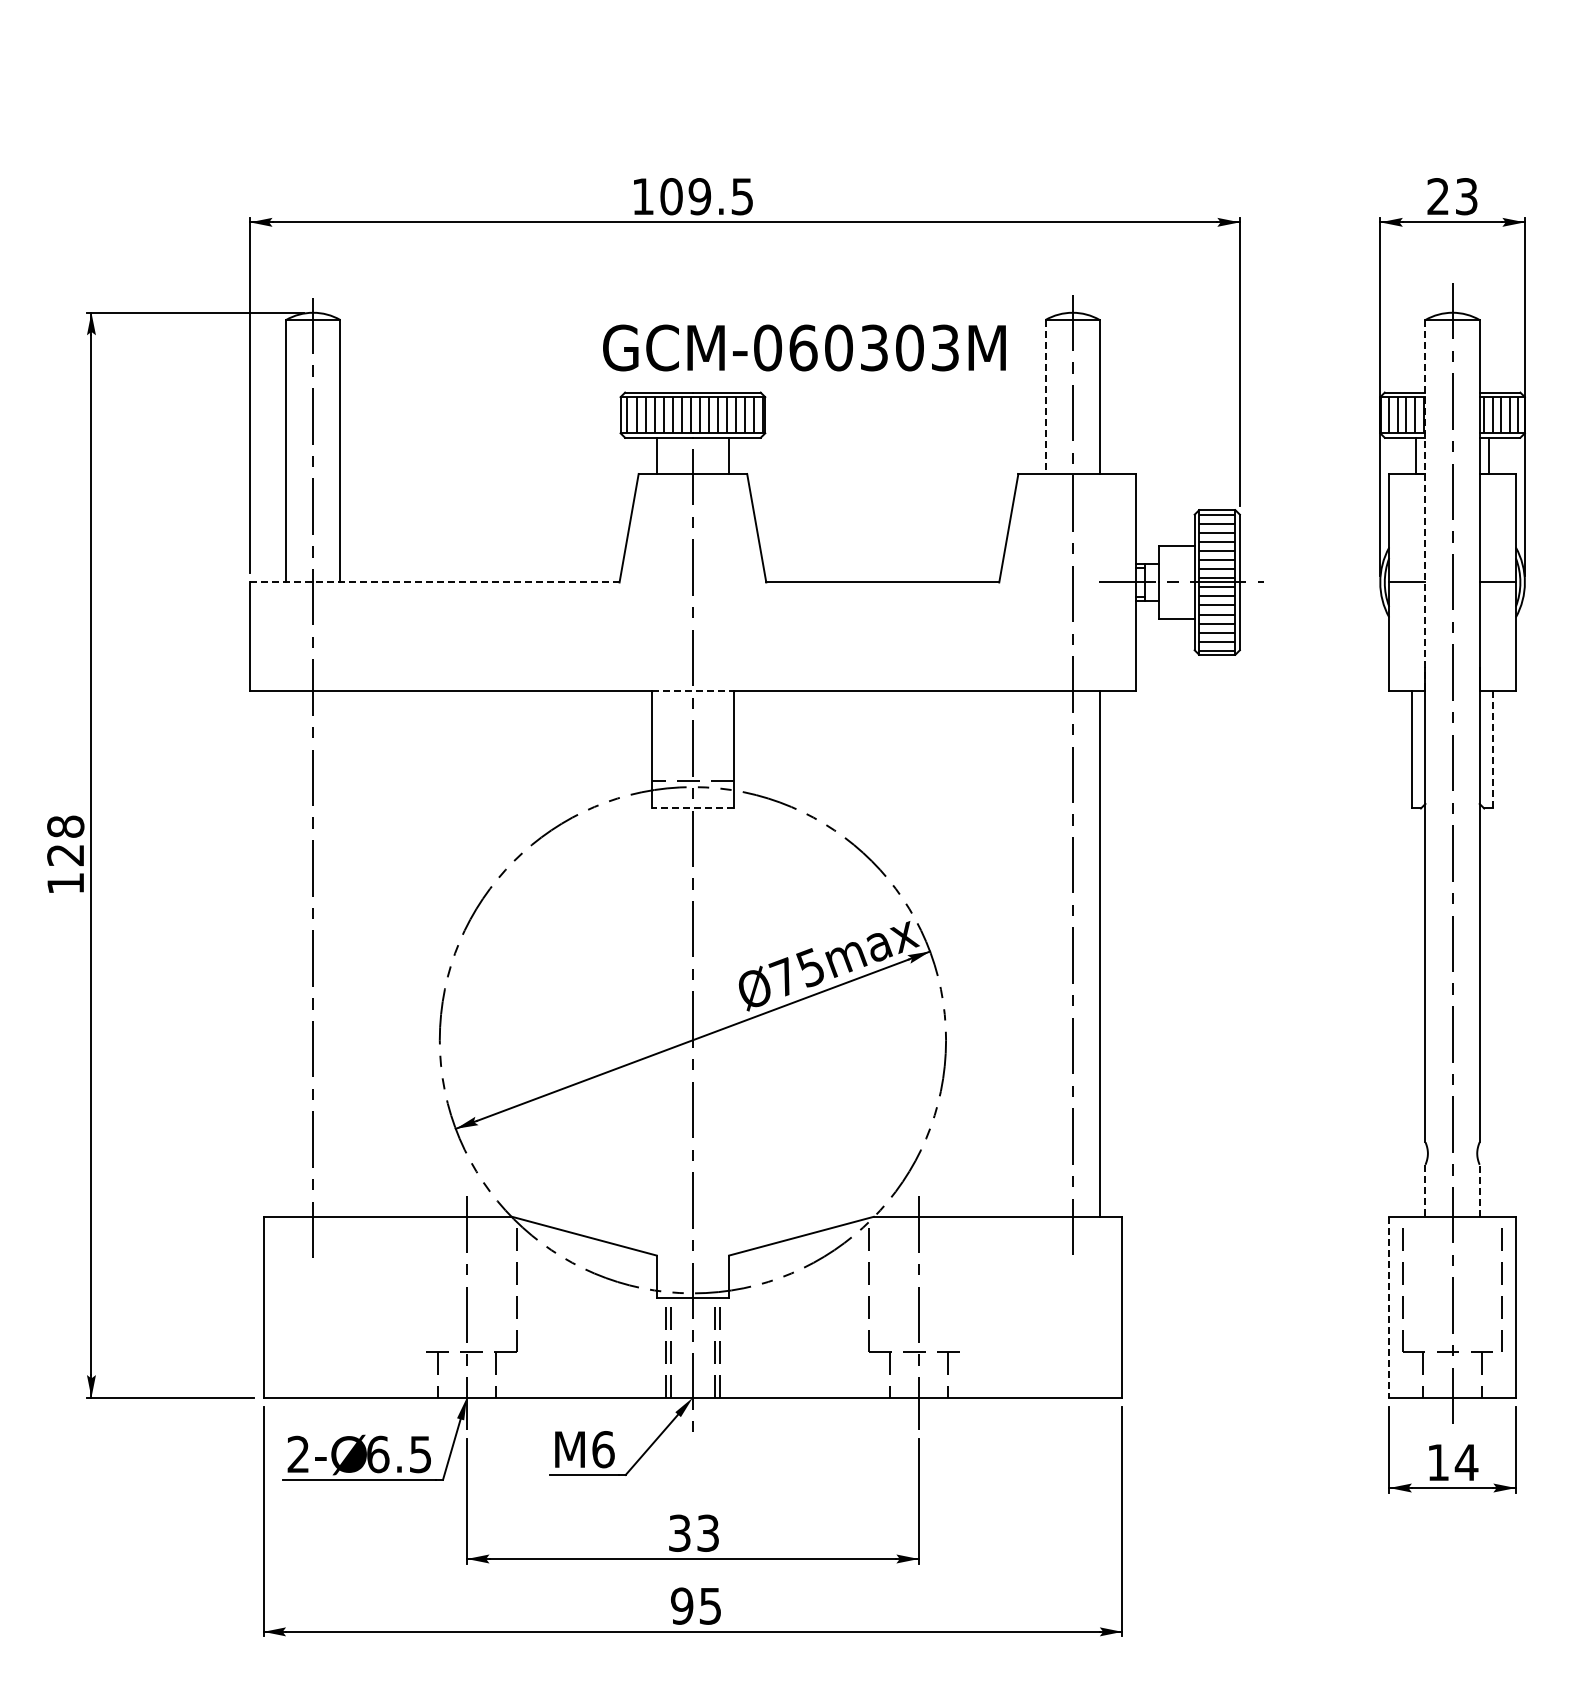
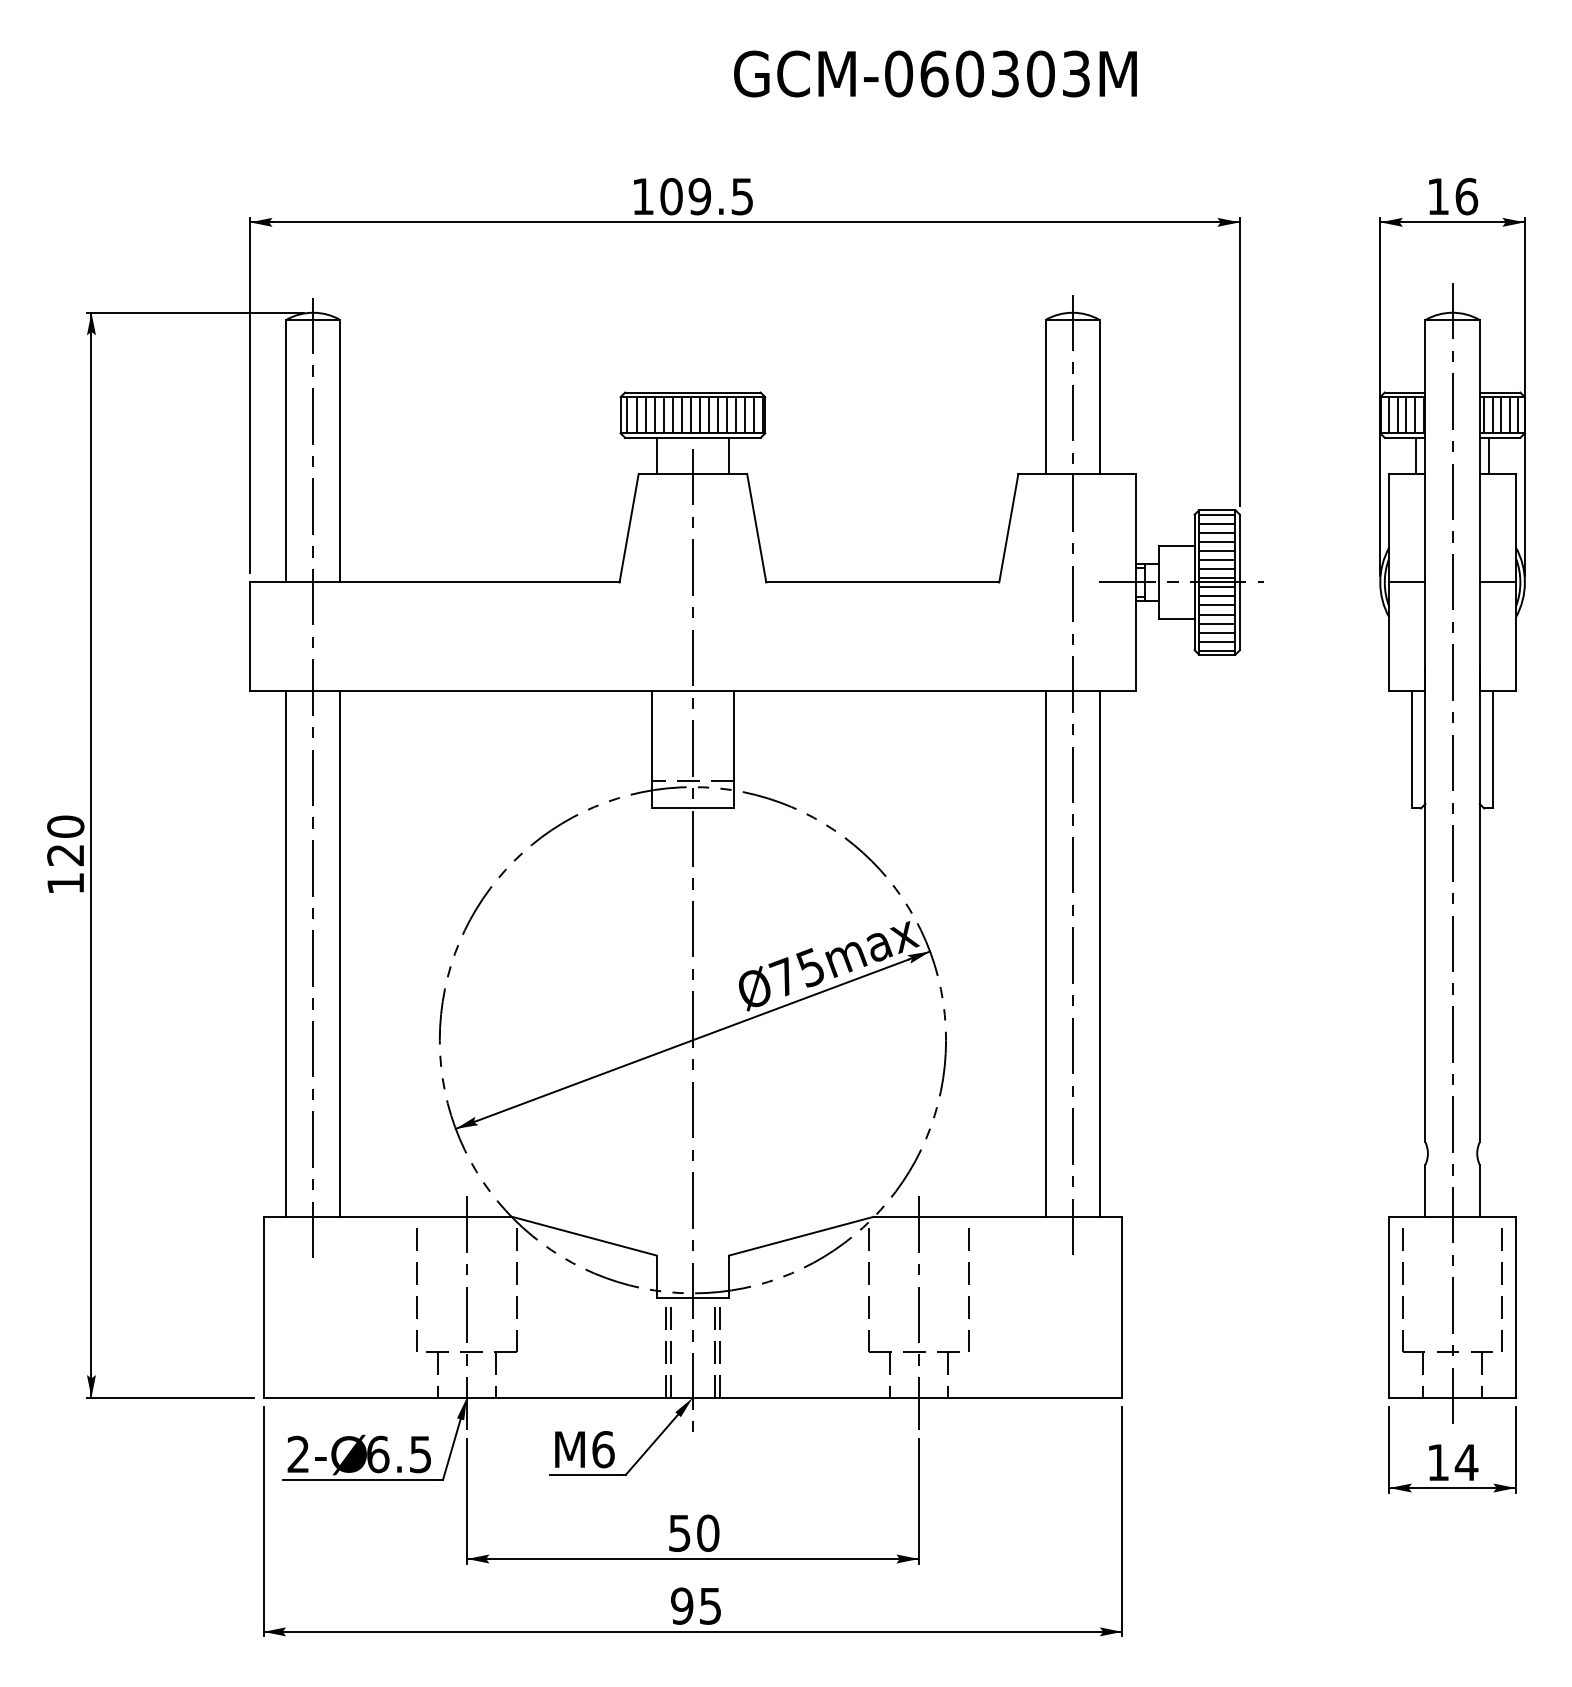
text at (1452, 196): 23 -> 16
text at (804, 347) position: (804, 347) -> (935, 73)
line at (1045, 397): dashed -> solid
line at (1425, 505): dashed -> solid
line at (434, 582): dashed -> solid
line at (692, 690): dashed -> solid
line at (1493, 749): dashed -> solid
line at (692, 808): dashed -> solid
text at (65, 826): 128 -> 120
line at (286, 953): none -> present
line at (340, 953): none -> present
line at (1045, 953): none -> present
line at (1479, 1190): dashed -> solid
line at (1425, 1191): dashed -> solid
line at (416, 1284): none -> present
line at (968, 1284): none -> present
line at (1389, 1307): dashed -> solid
text at (694, 1532): 33 -> 50
